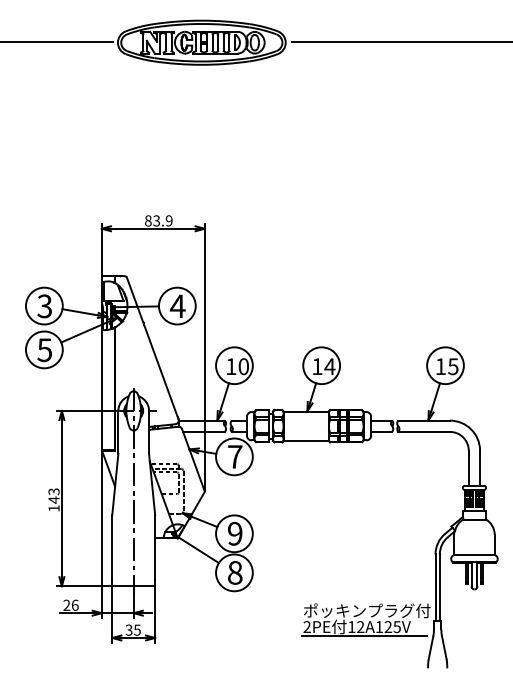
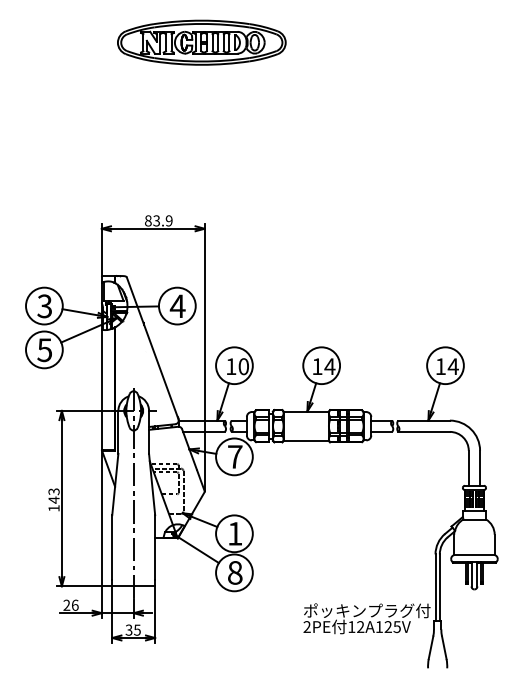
line at (57, 41): present -> none
line at (400, 41): present -> none
text at (452, 366): 15 -> 14
text at (235, 533): 9 -> 1
line at (364, 635): present -> none
